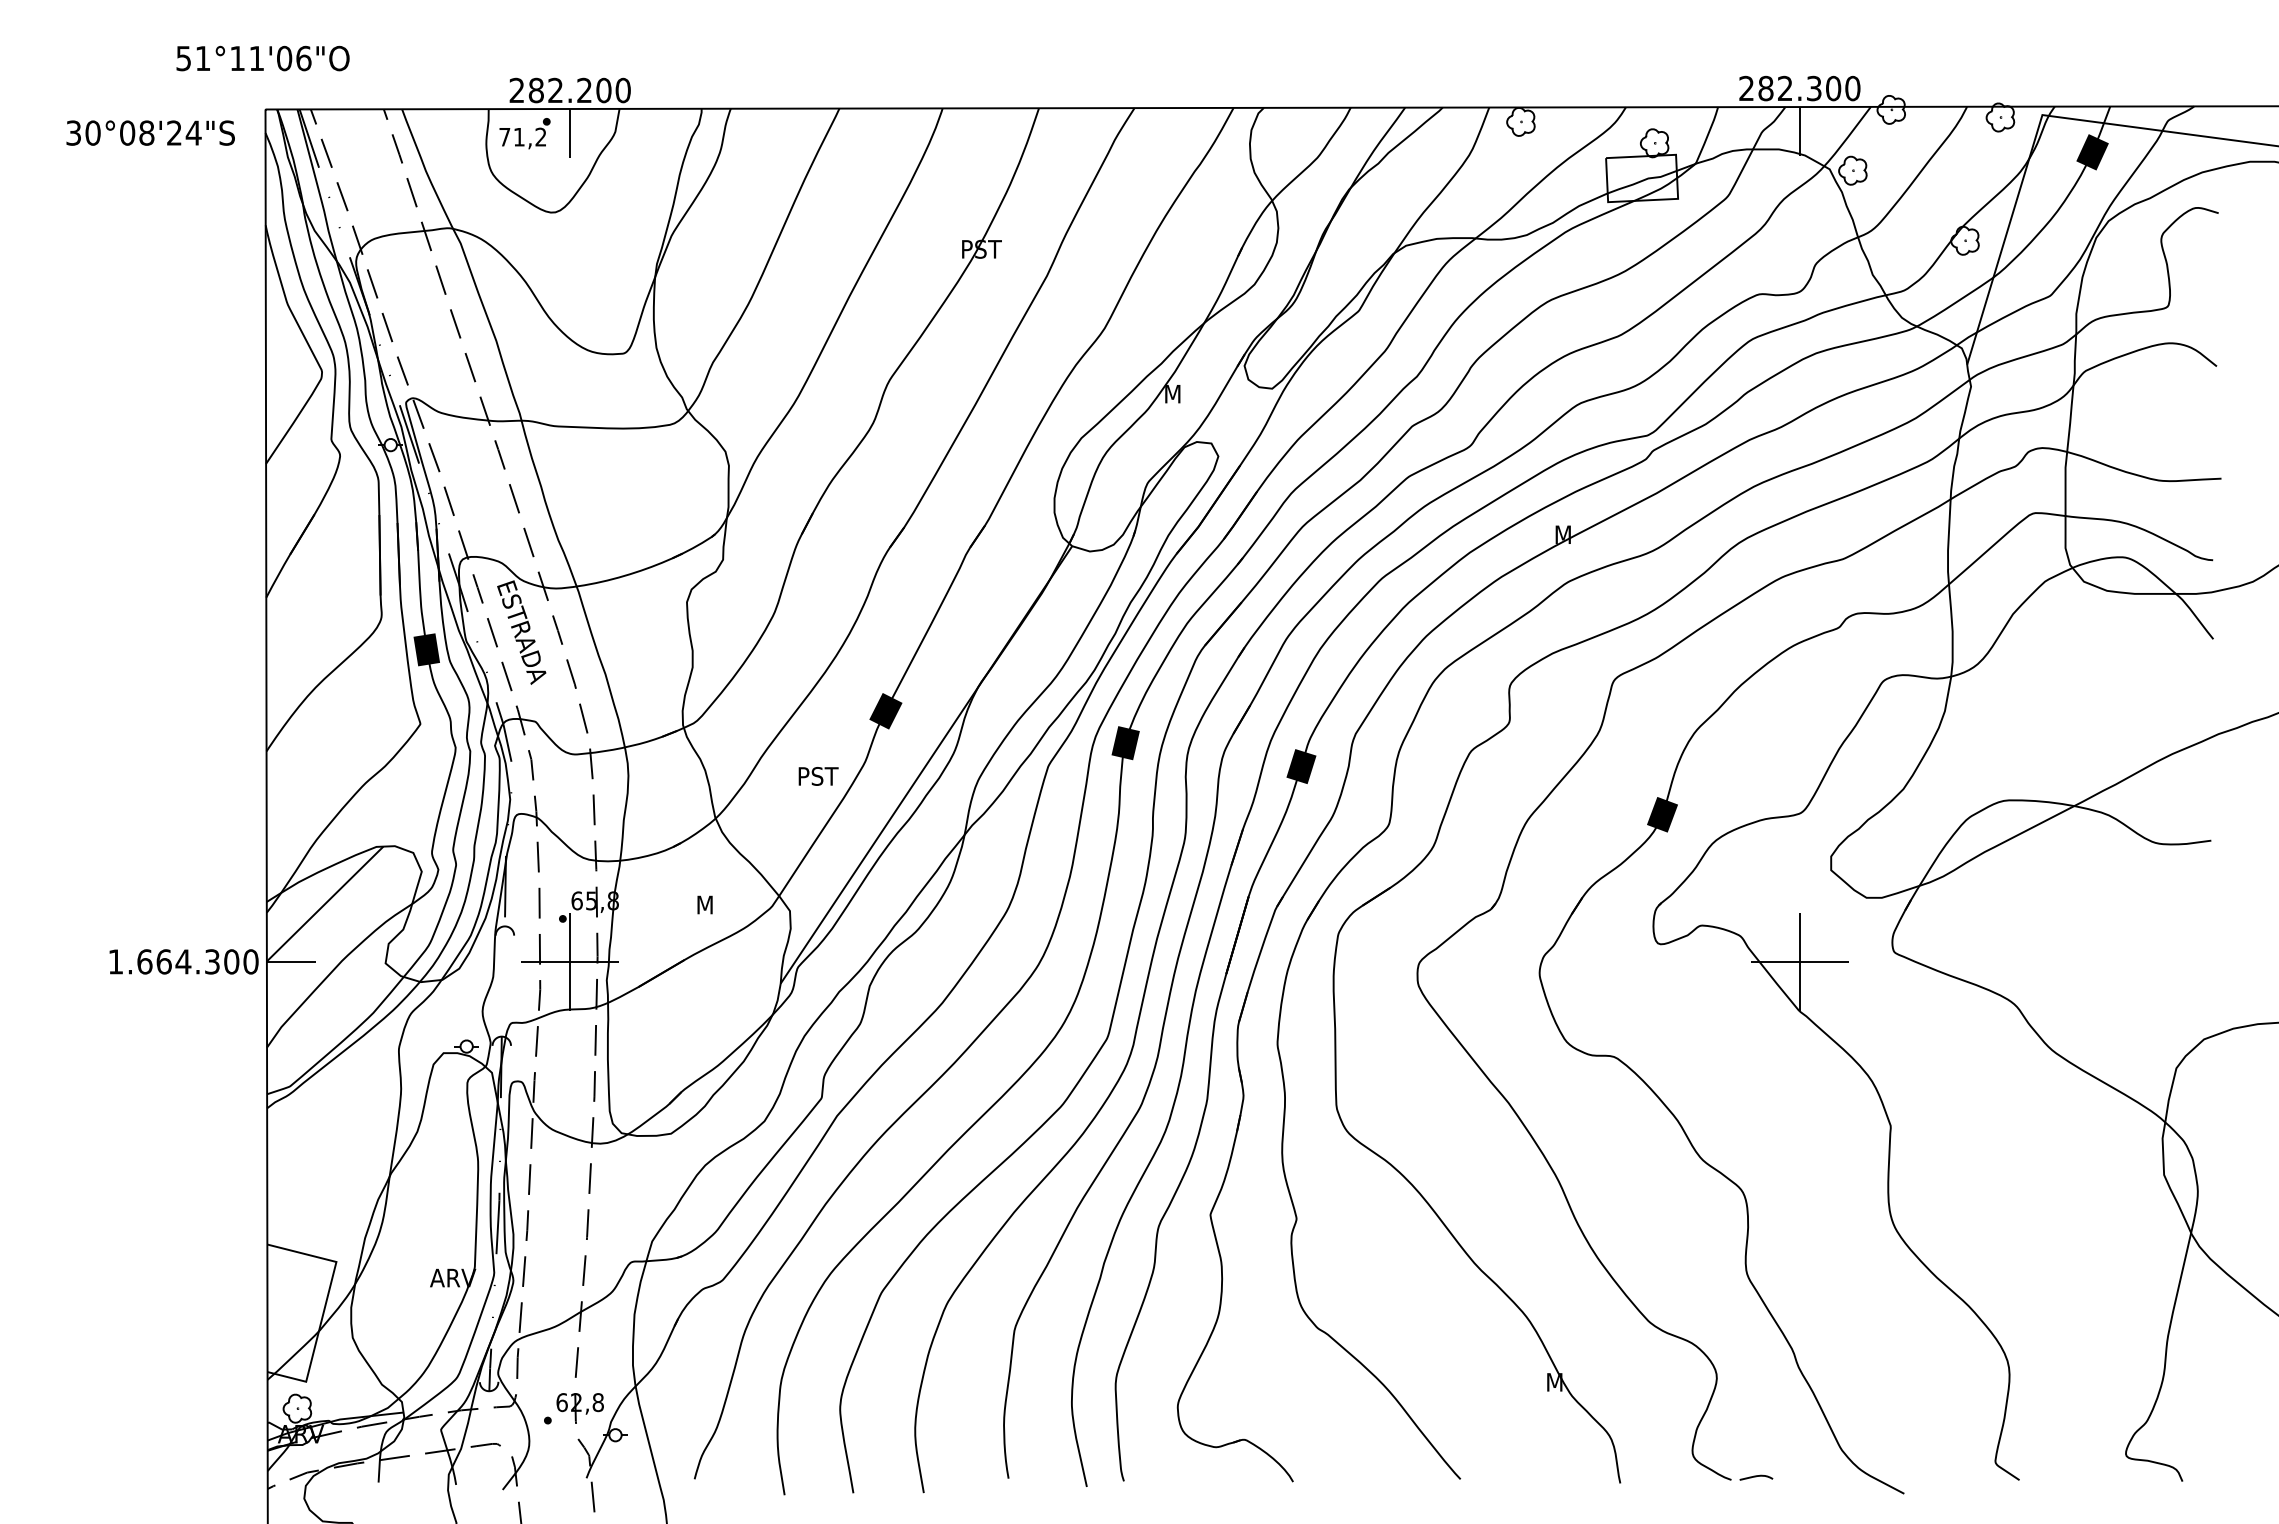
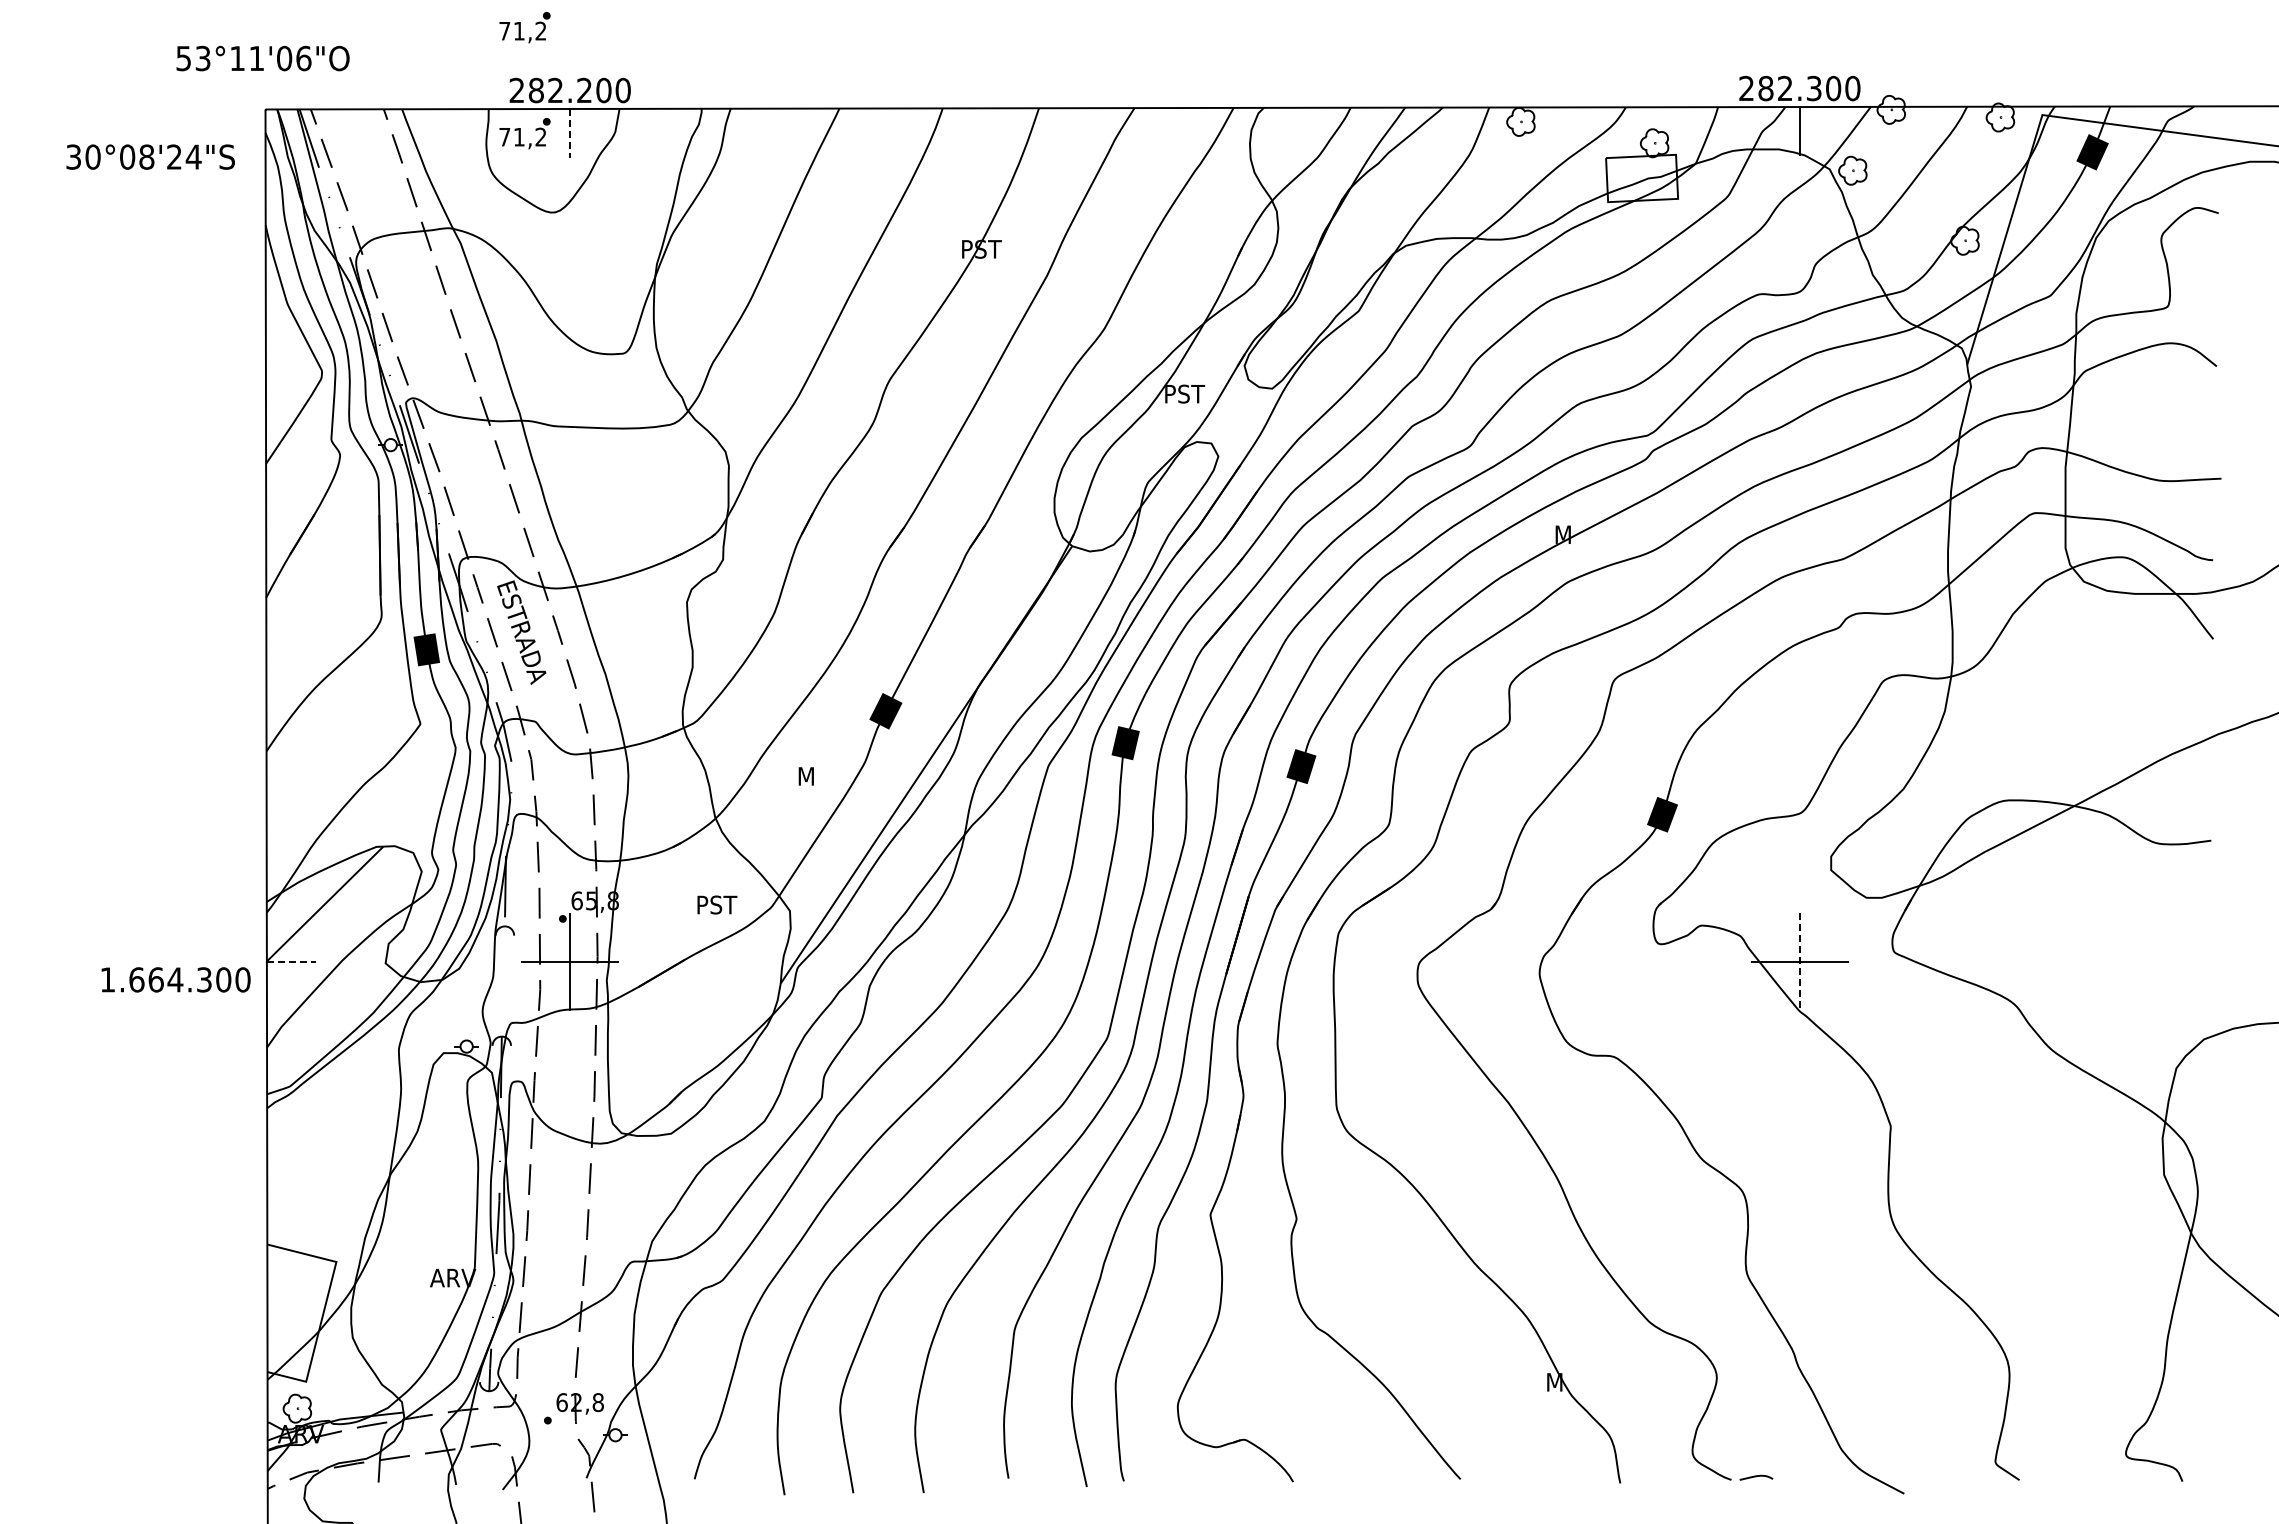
part at (524, 27): none -> present
text at (202, 58): 51°11'06"O -> 53°11'06"O
text at (150, 132) position: (150, 132) -> (150, 156)
line at (570, 133): solid -> dashed
text at (1186, 393): M -> PST
text at (819, 776): PST -> M
text at (718, 904): M -> PST
text at (183, 961) position: (183, 961) -> (175, 979)
line at (291, 961): solid -> dashed
line at (1799, 962): solid -> dashed
